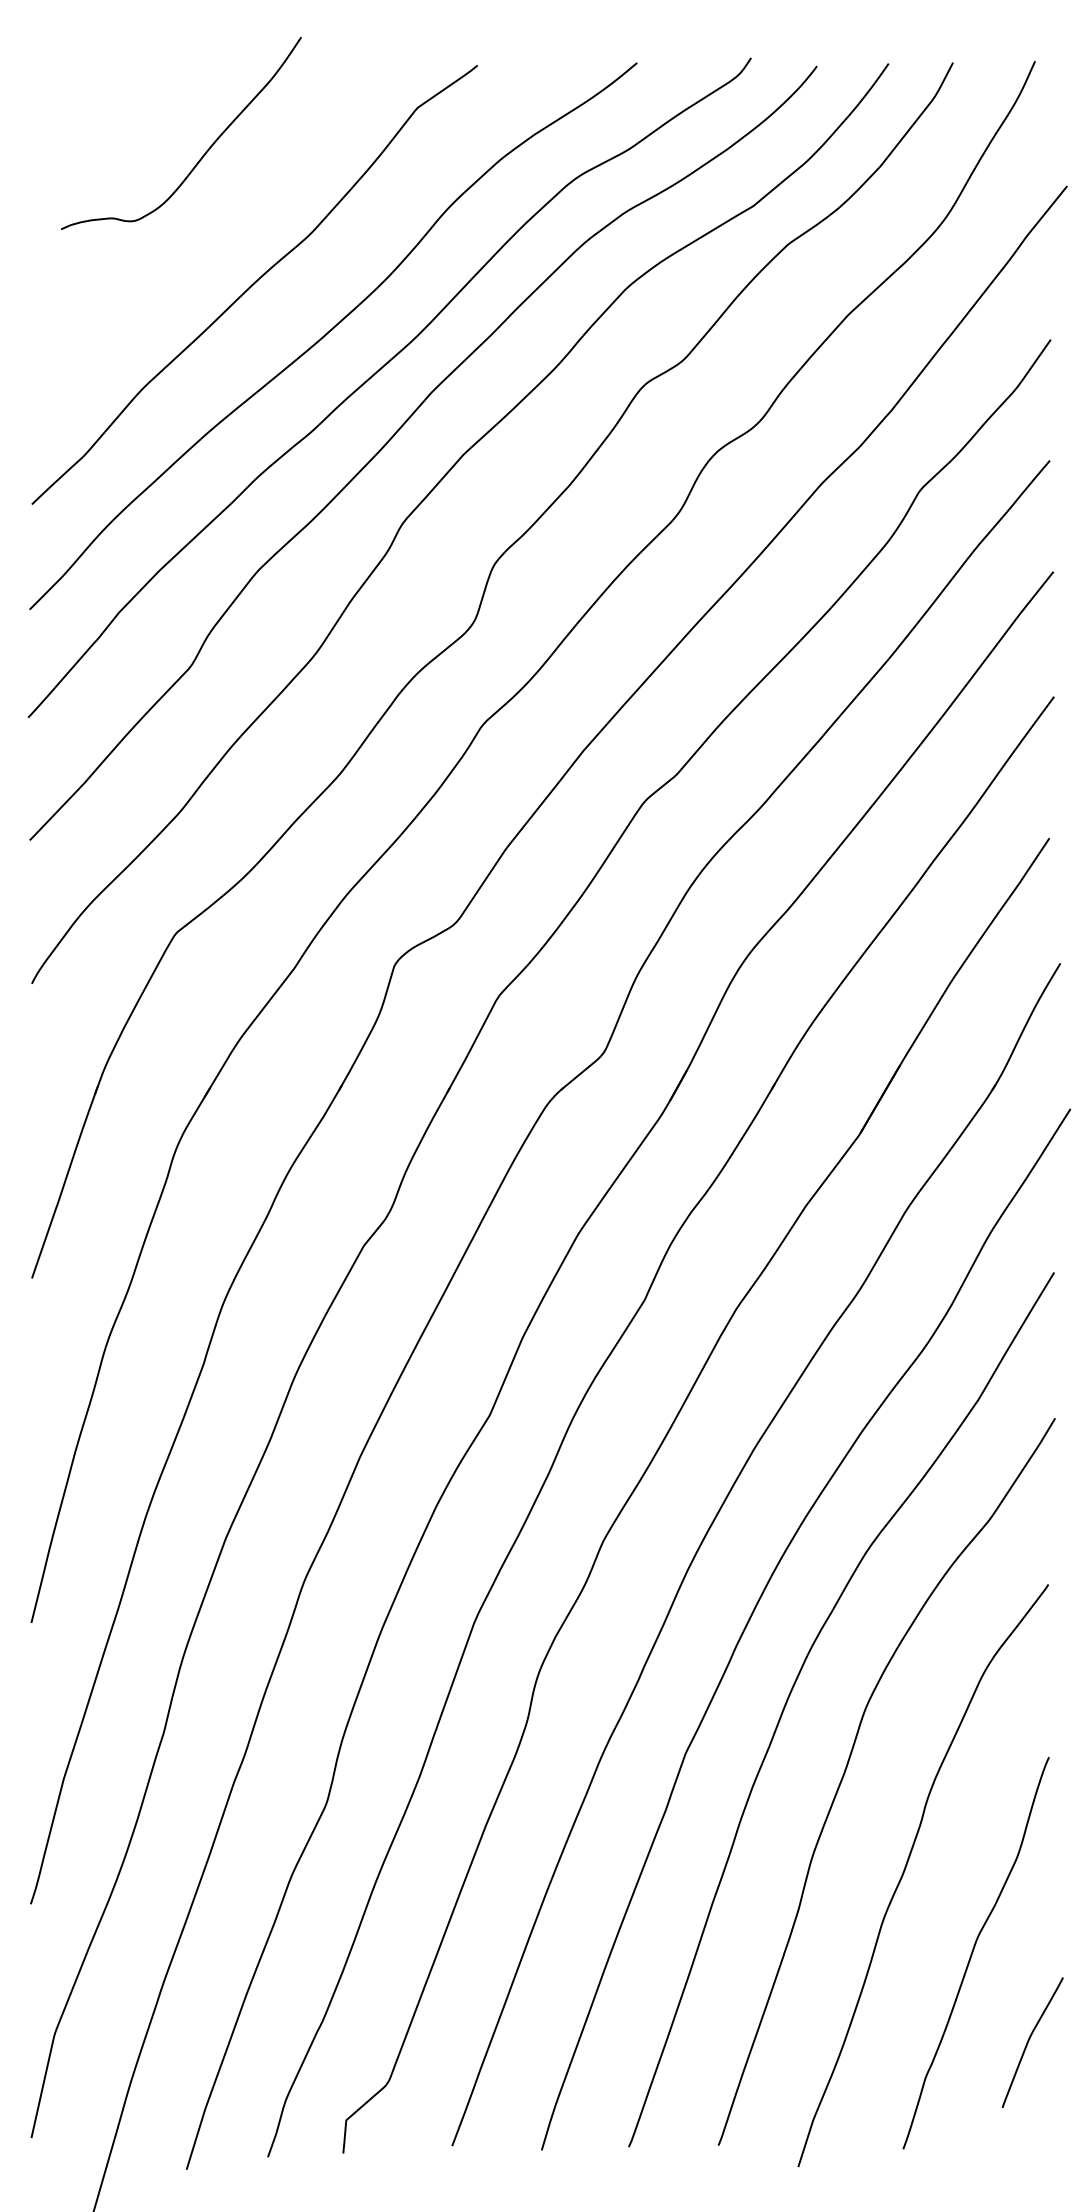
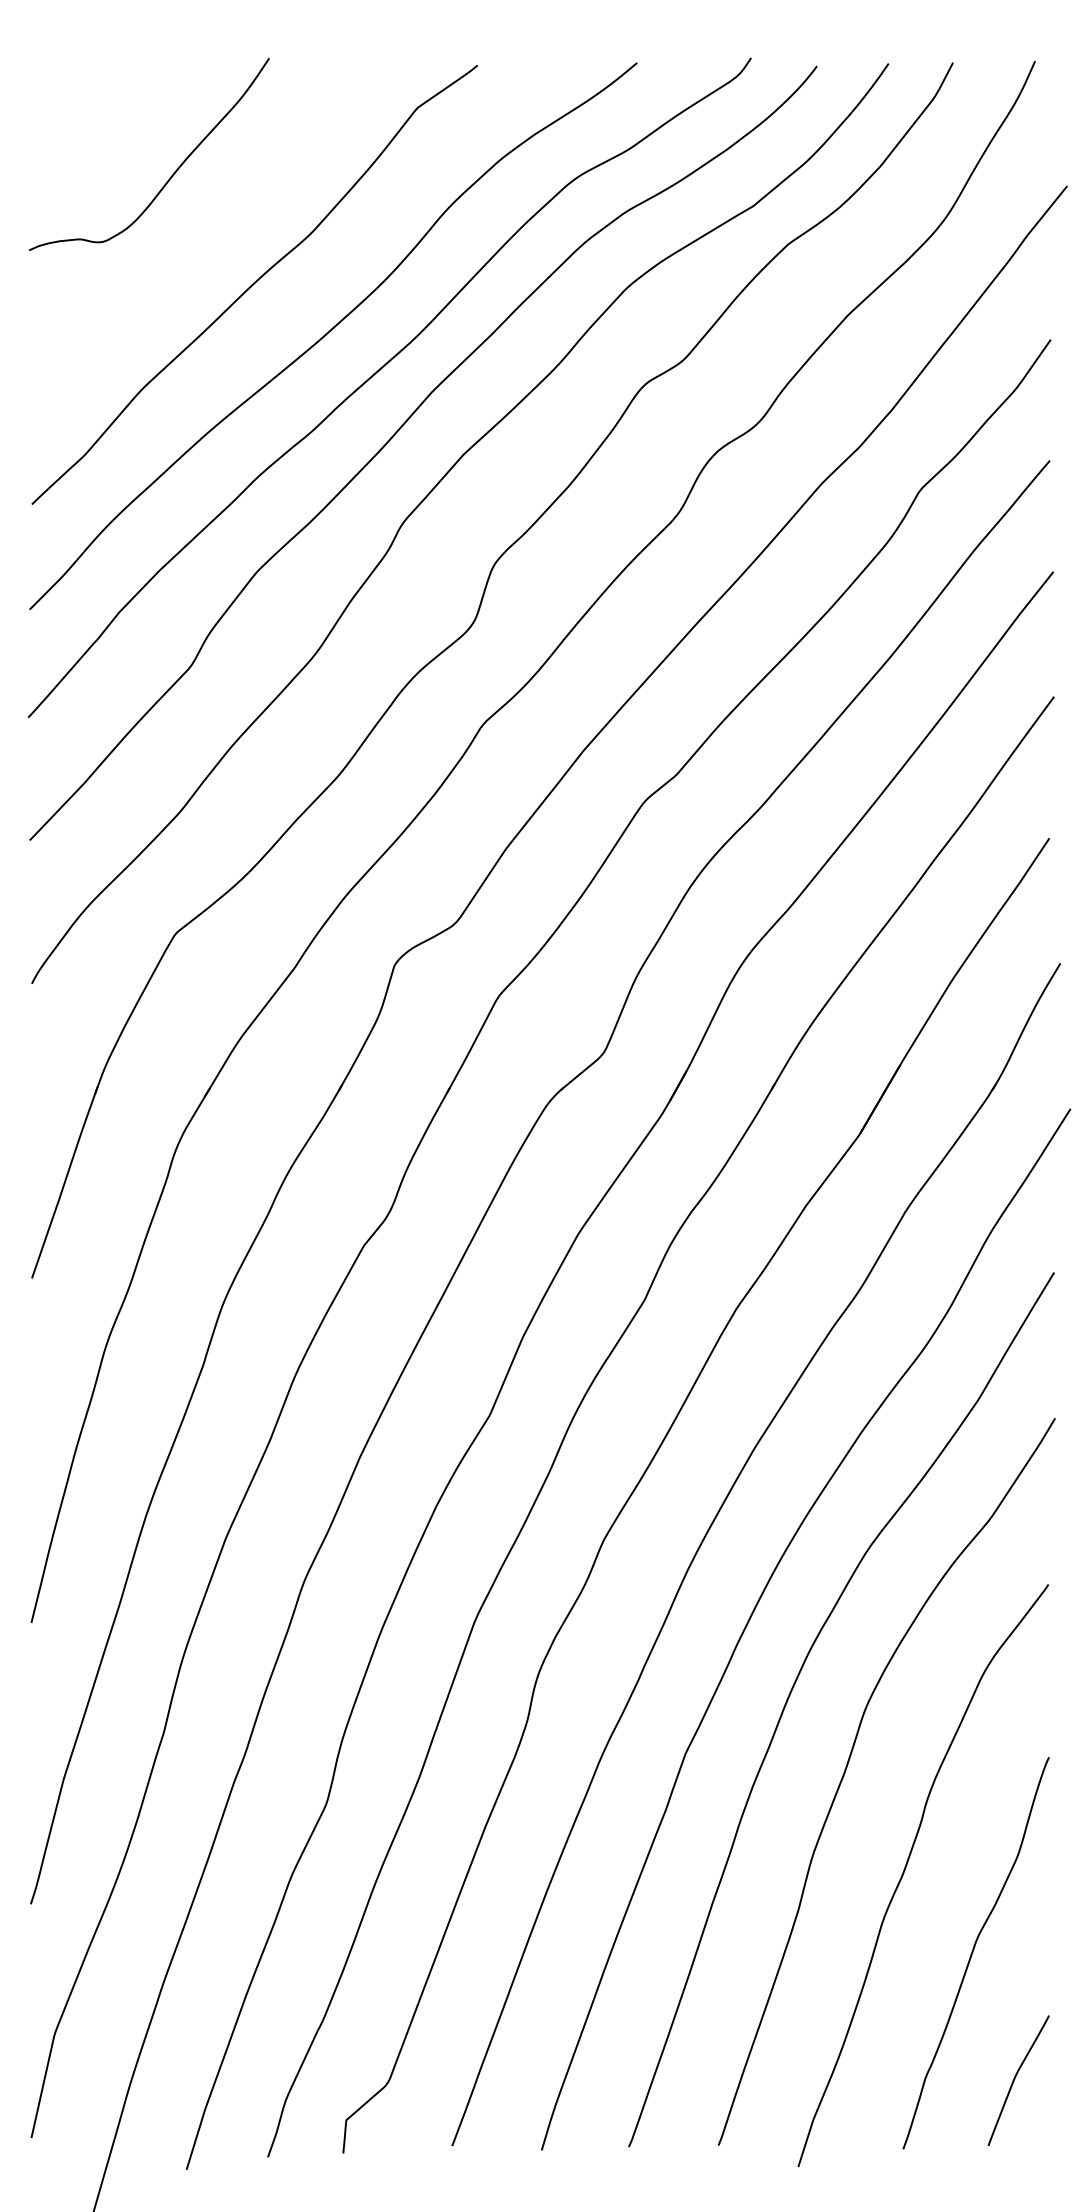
curve at (206, 150) position: (206, 150) -> (174, 171)
curve at (1029, 2041) position: (1029, 2041) -> (1015, 2079)
